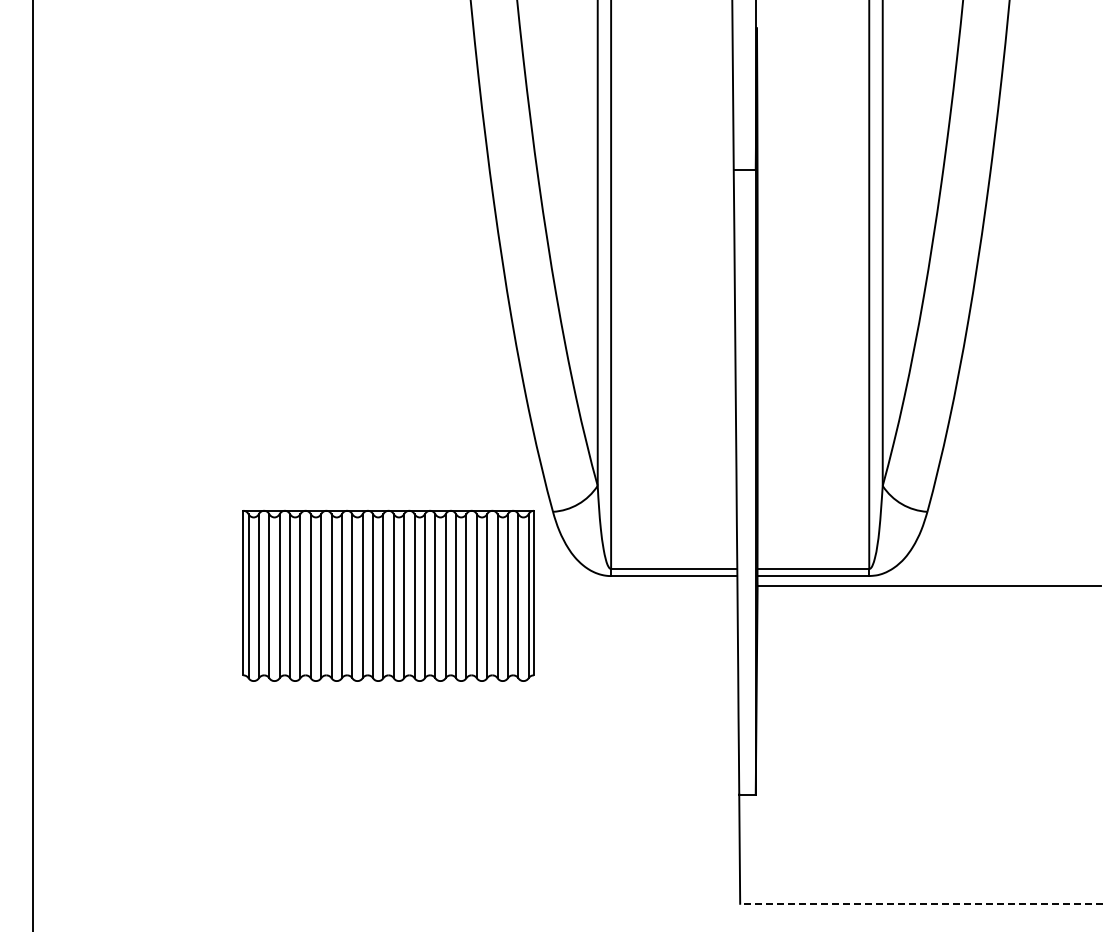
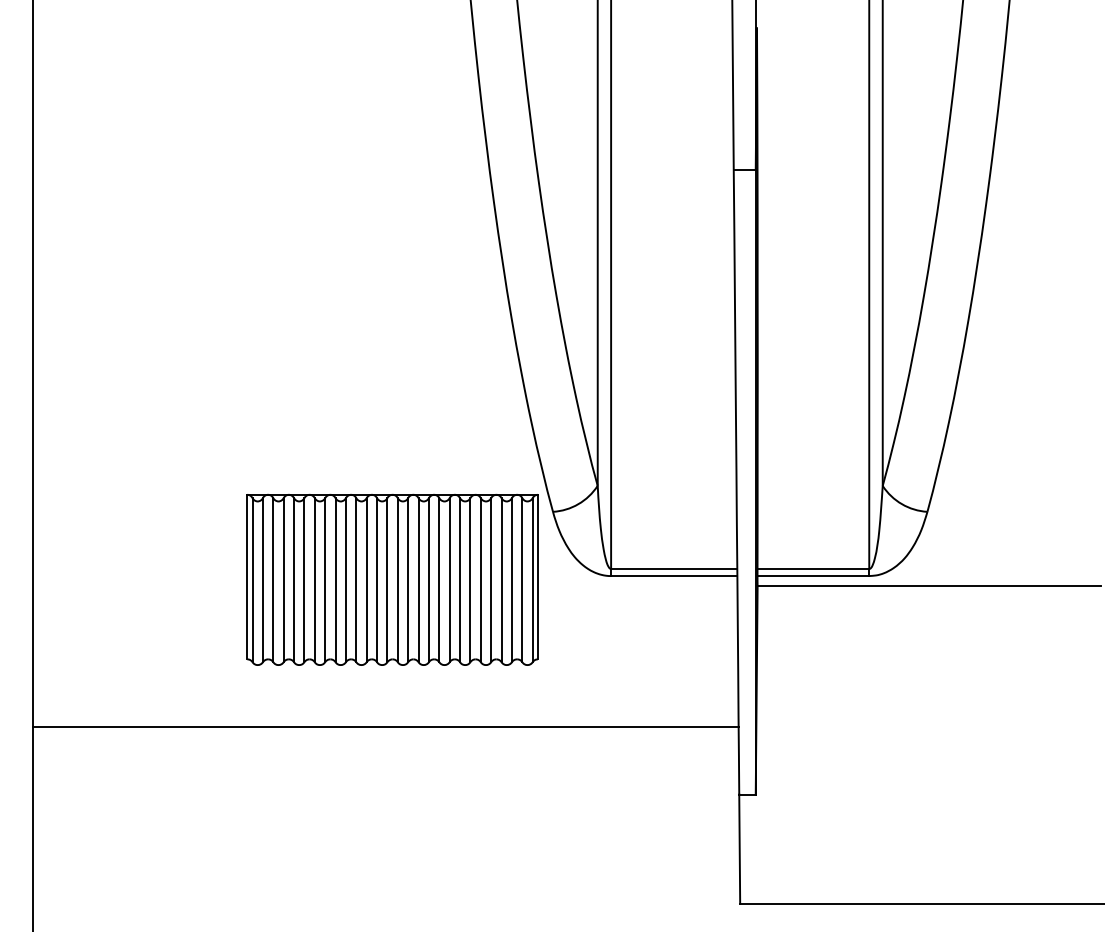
part at (388, 595) position: (388, 595) -> (392, 579)
line at (385, 727): none -> present
line at (921, 903): dashed -> solid
